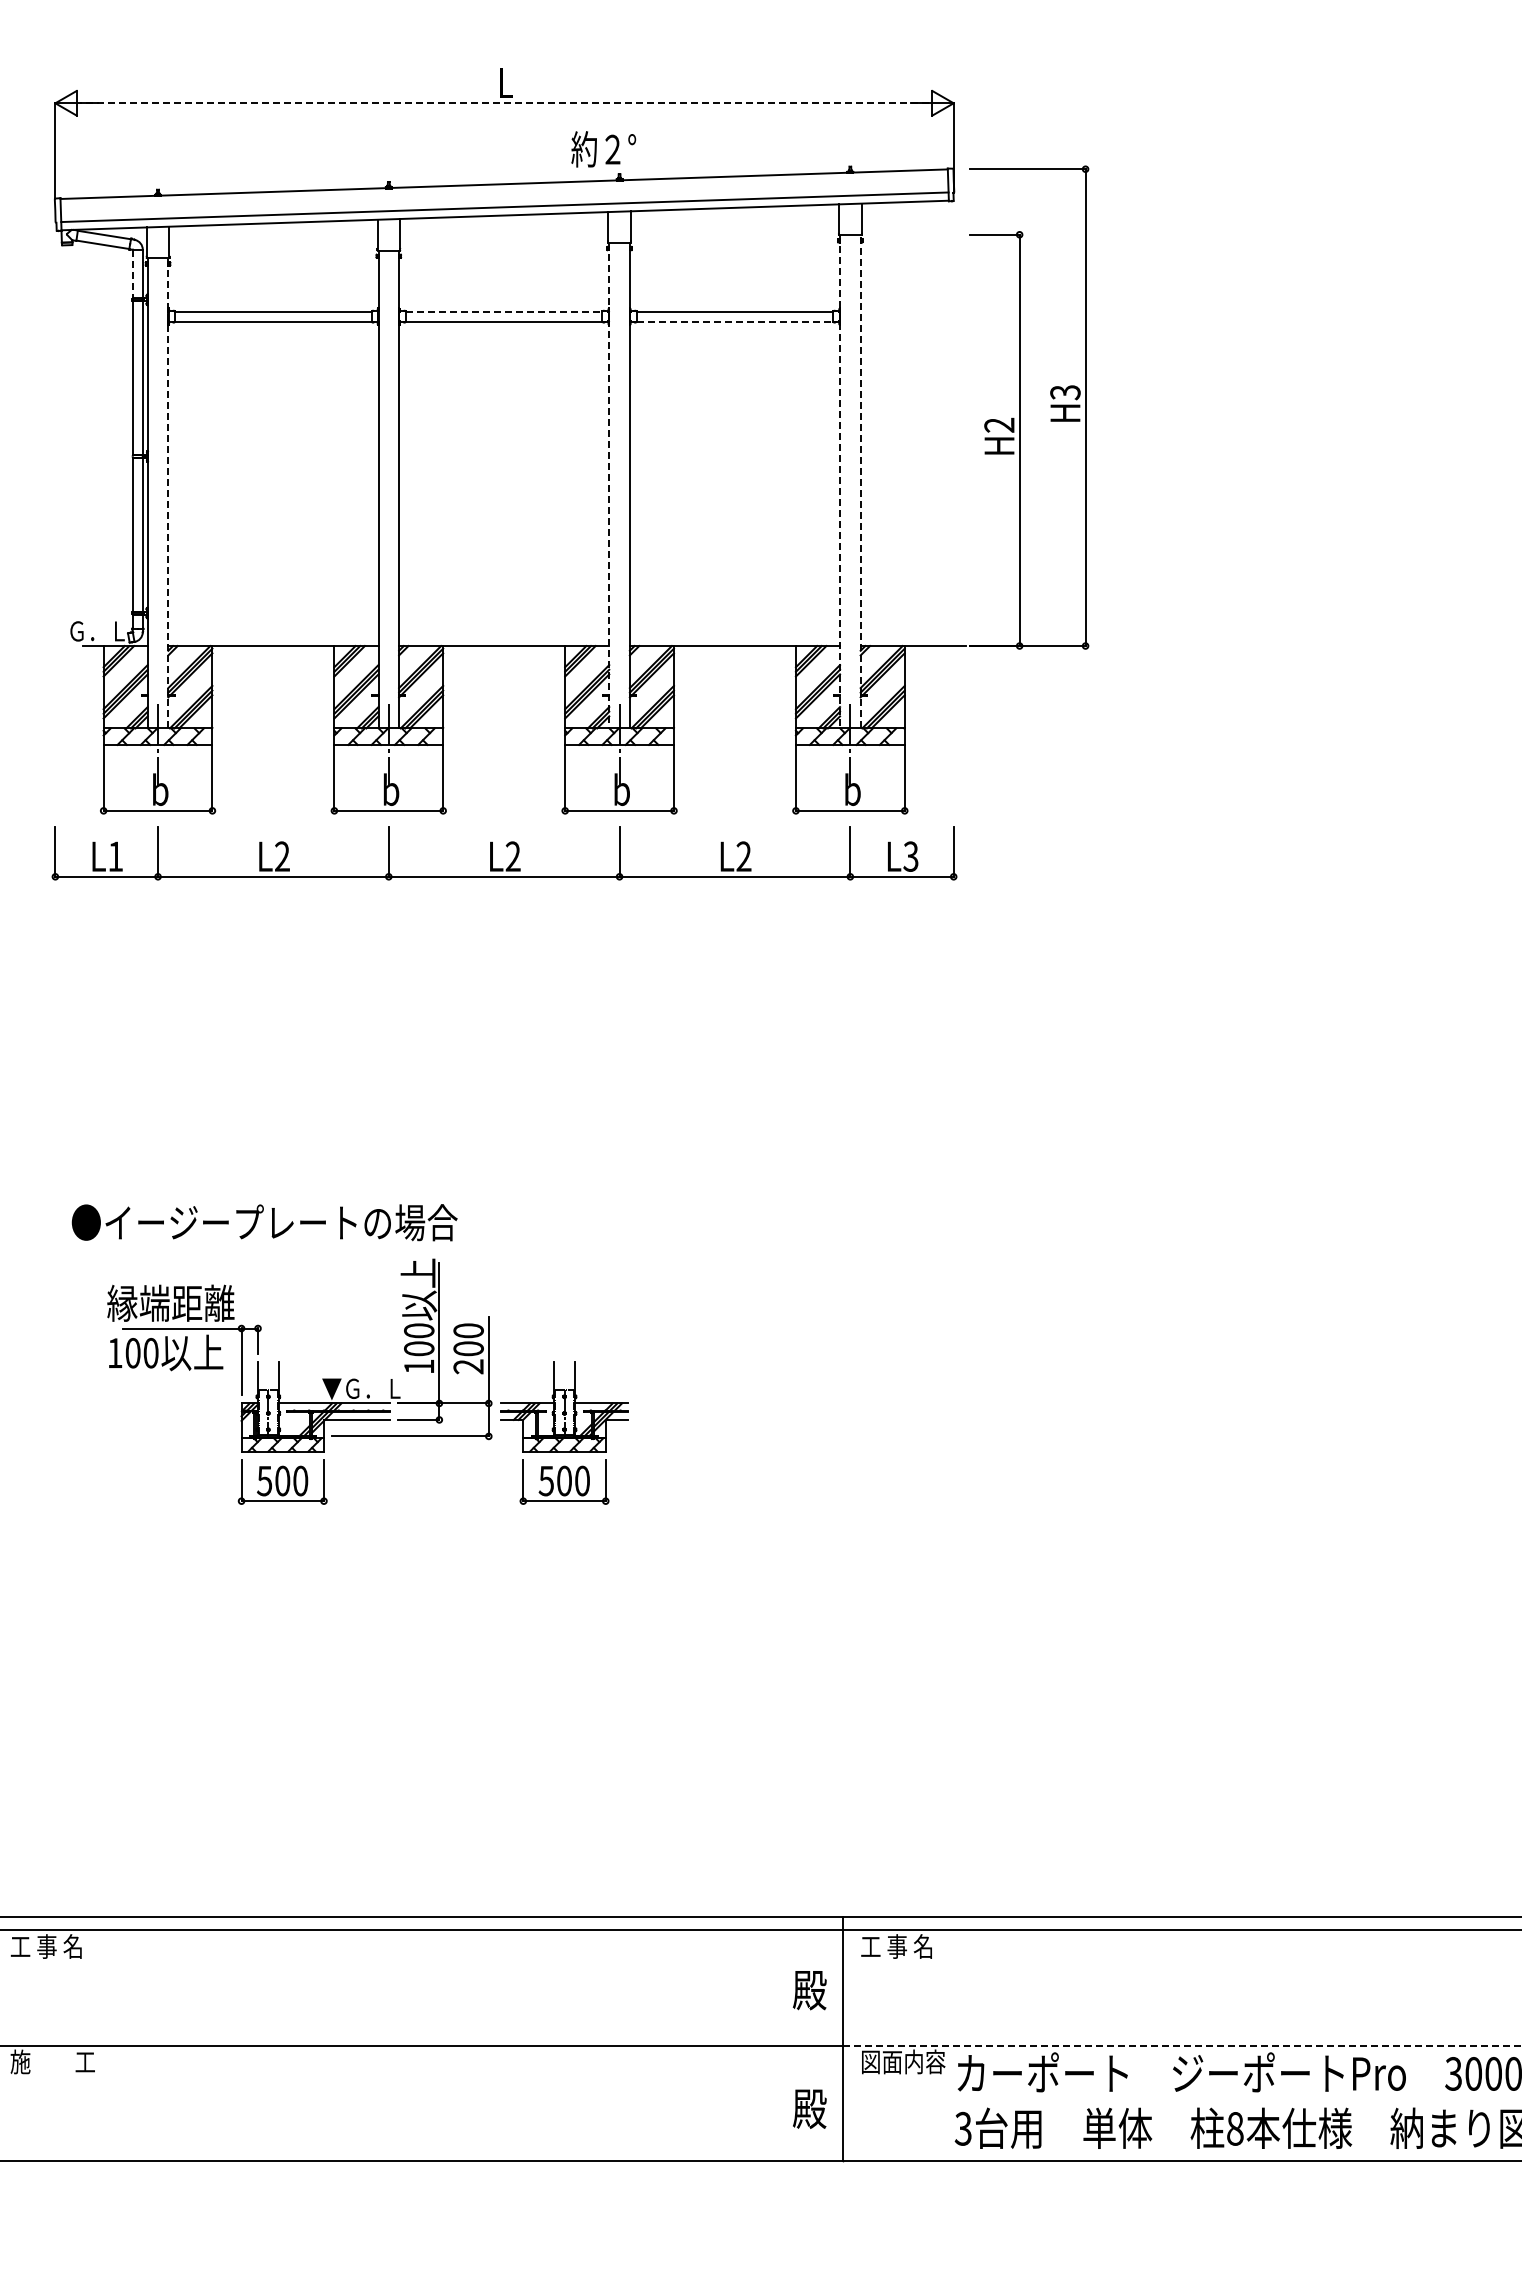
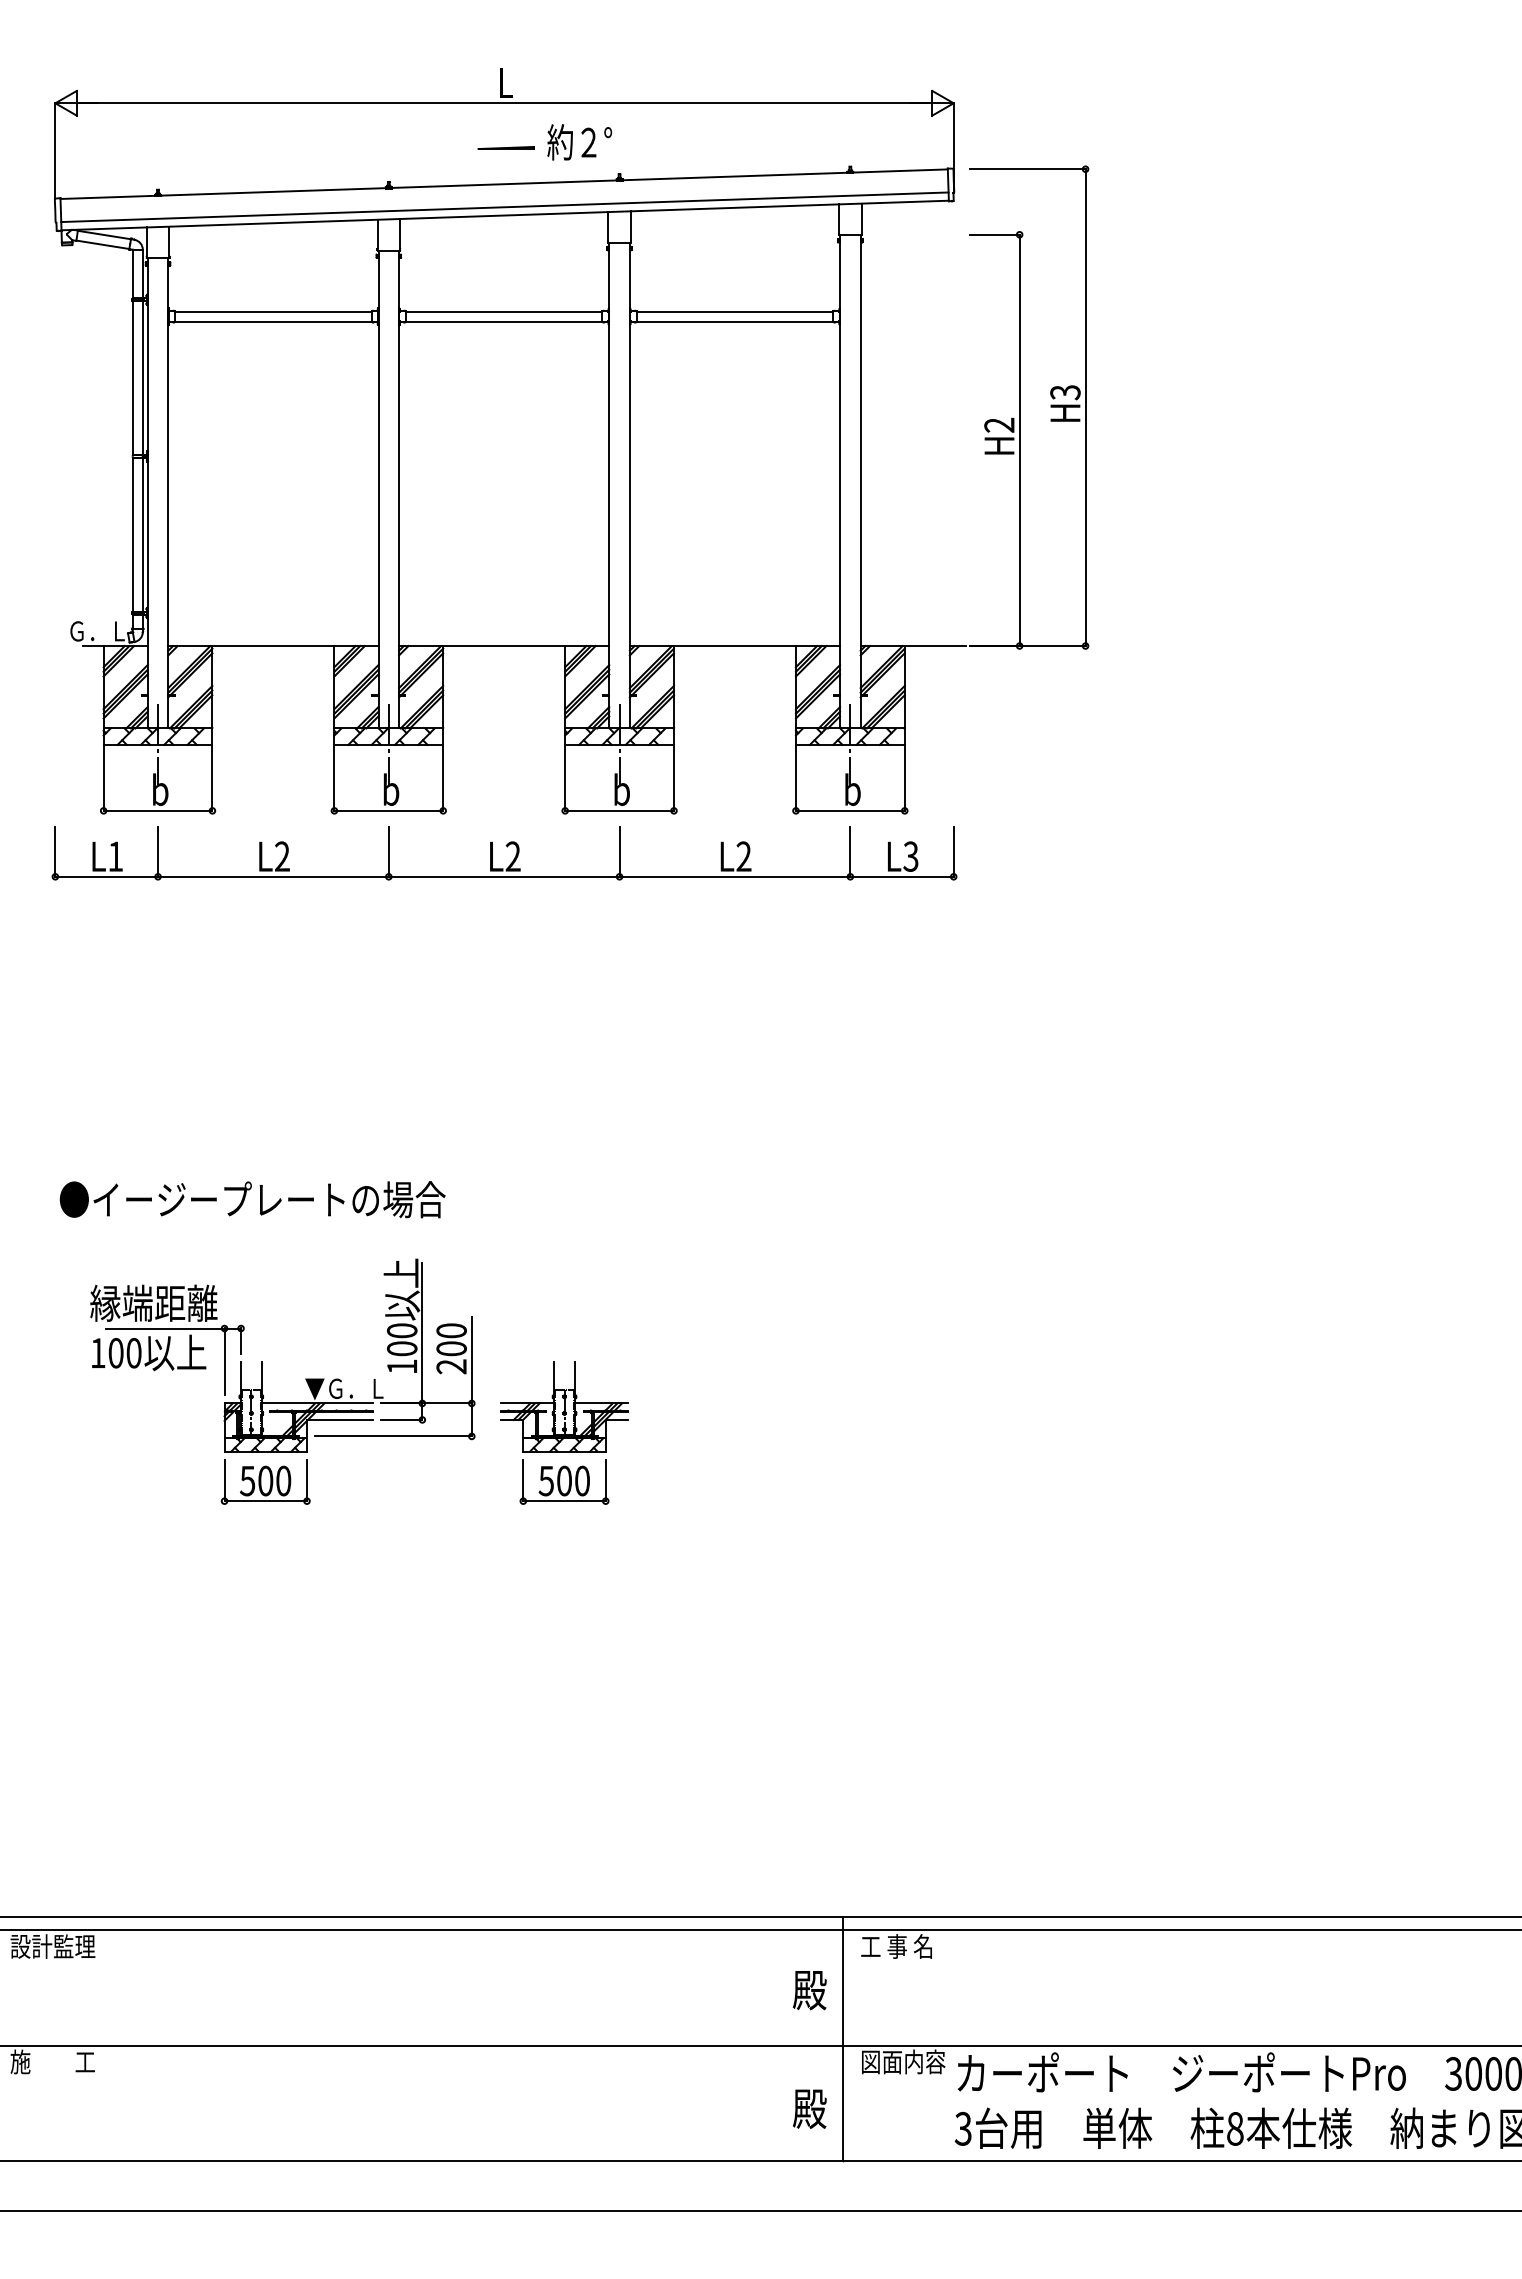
line at (504, 103): dashed -> solid
line at (505, 147): none -> present
text at (603, 149) position: (603, 149) -> (579, 142)
line at (132, 274): dashed -> solid
line at (504, 311): dashed -> solid
line at (735, 321): dashed -> solid
line at (840, 481): dashed -> solid
line at (860, 481): dashed -> solid
line at (609, 485): dashed -> solid
line at (168, 492): dashed -> solid
text at (264, 1222) position: (264, 1222) -> (252, 1199)
part at (279, 1381) position: (279, 1381) -> (262, 1381)
text at (52, 1946): 工 事 名 -> 設計監理
line at (1182, 2045): dashed -> solid
line at (760, 2210): none -> present
